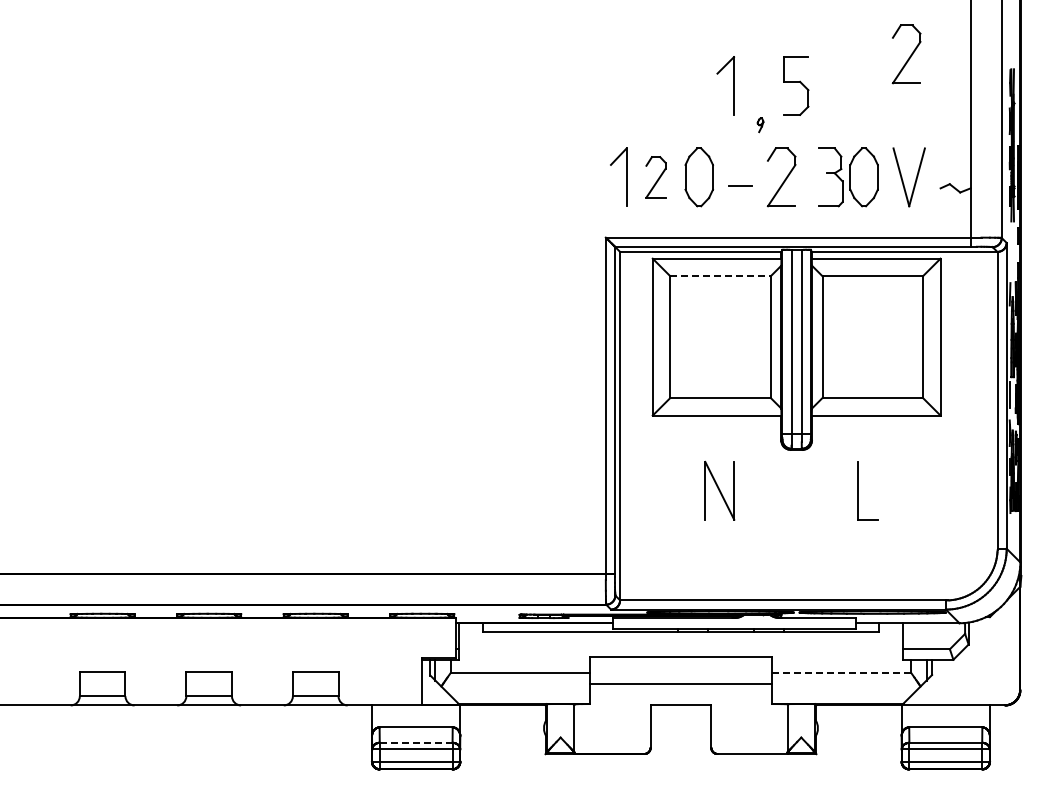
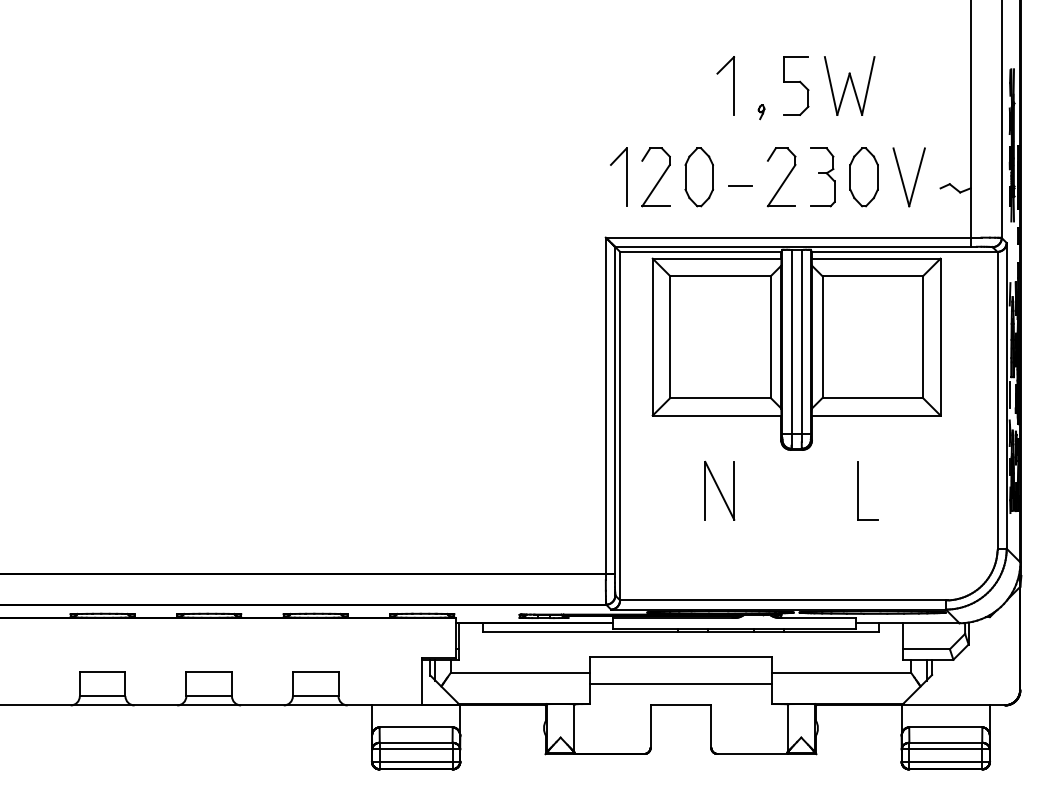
part at (906, 54): present -> none
part at (849, 85): none -> present
part at (760, 125) position: (760, 125) -> (761, 112)
part at (655, 177) size: 22x43 px -> 30x61 px
part at (830, 177) position: (830, 177) -> (822, 177)
line at (721, 276): dashed -> solid
line at (841, 673): dashed -> solid
line at (415, 742): dashed -> solid
